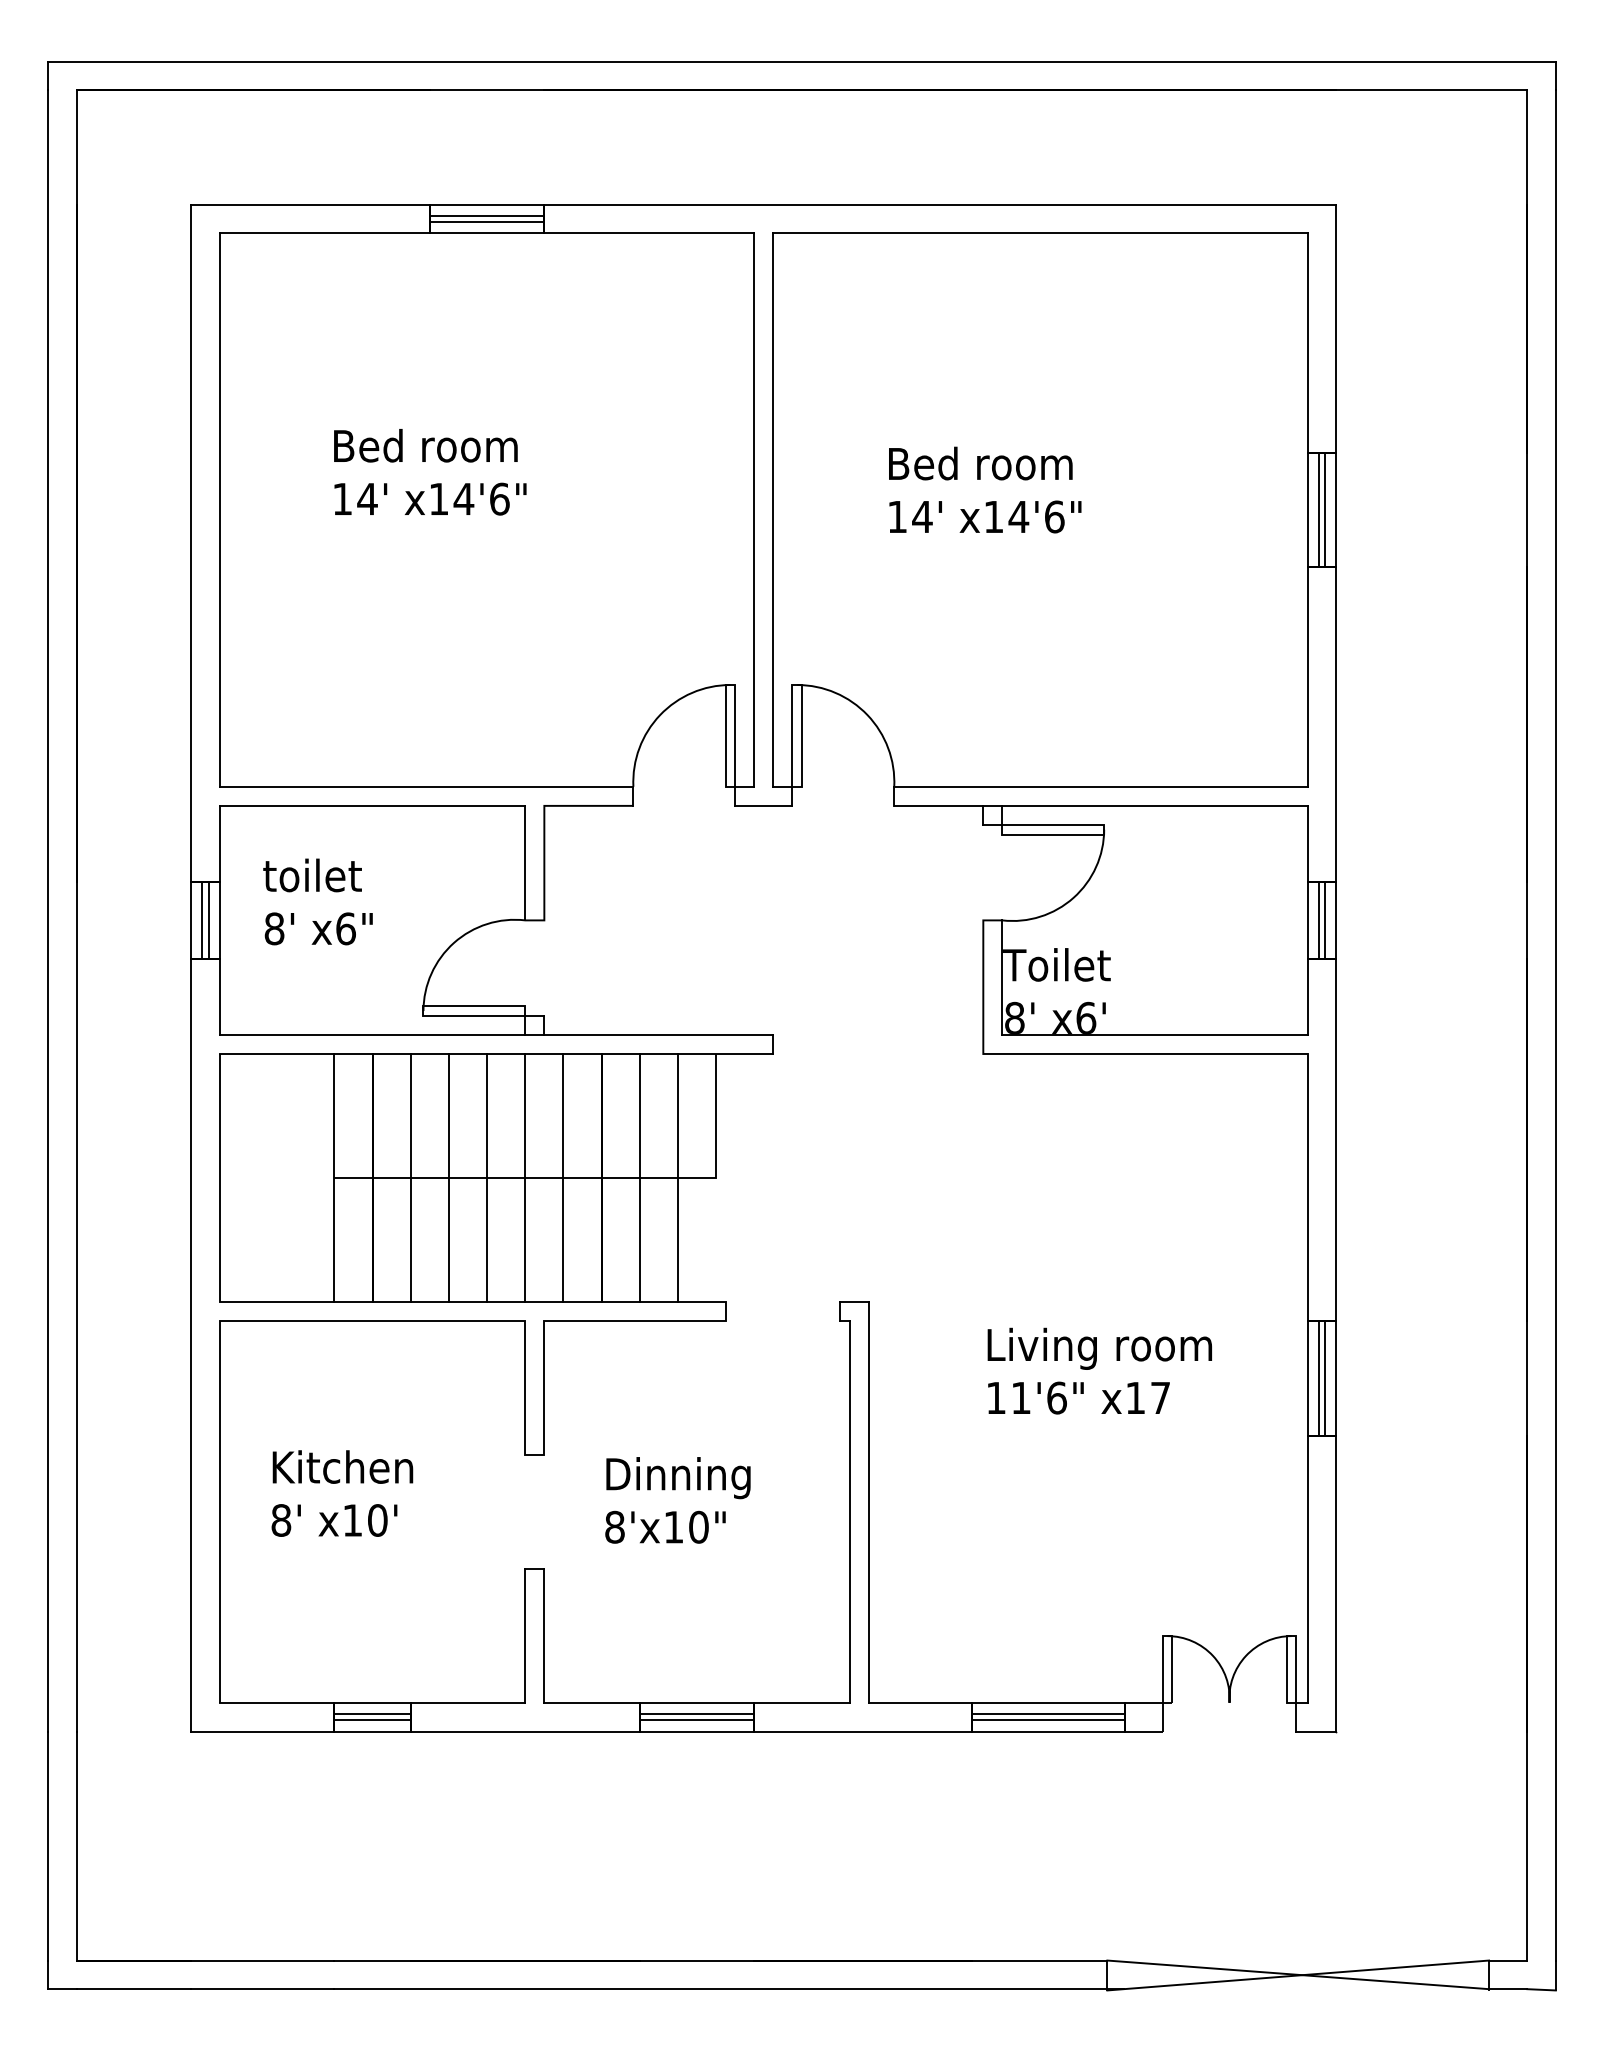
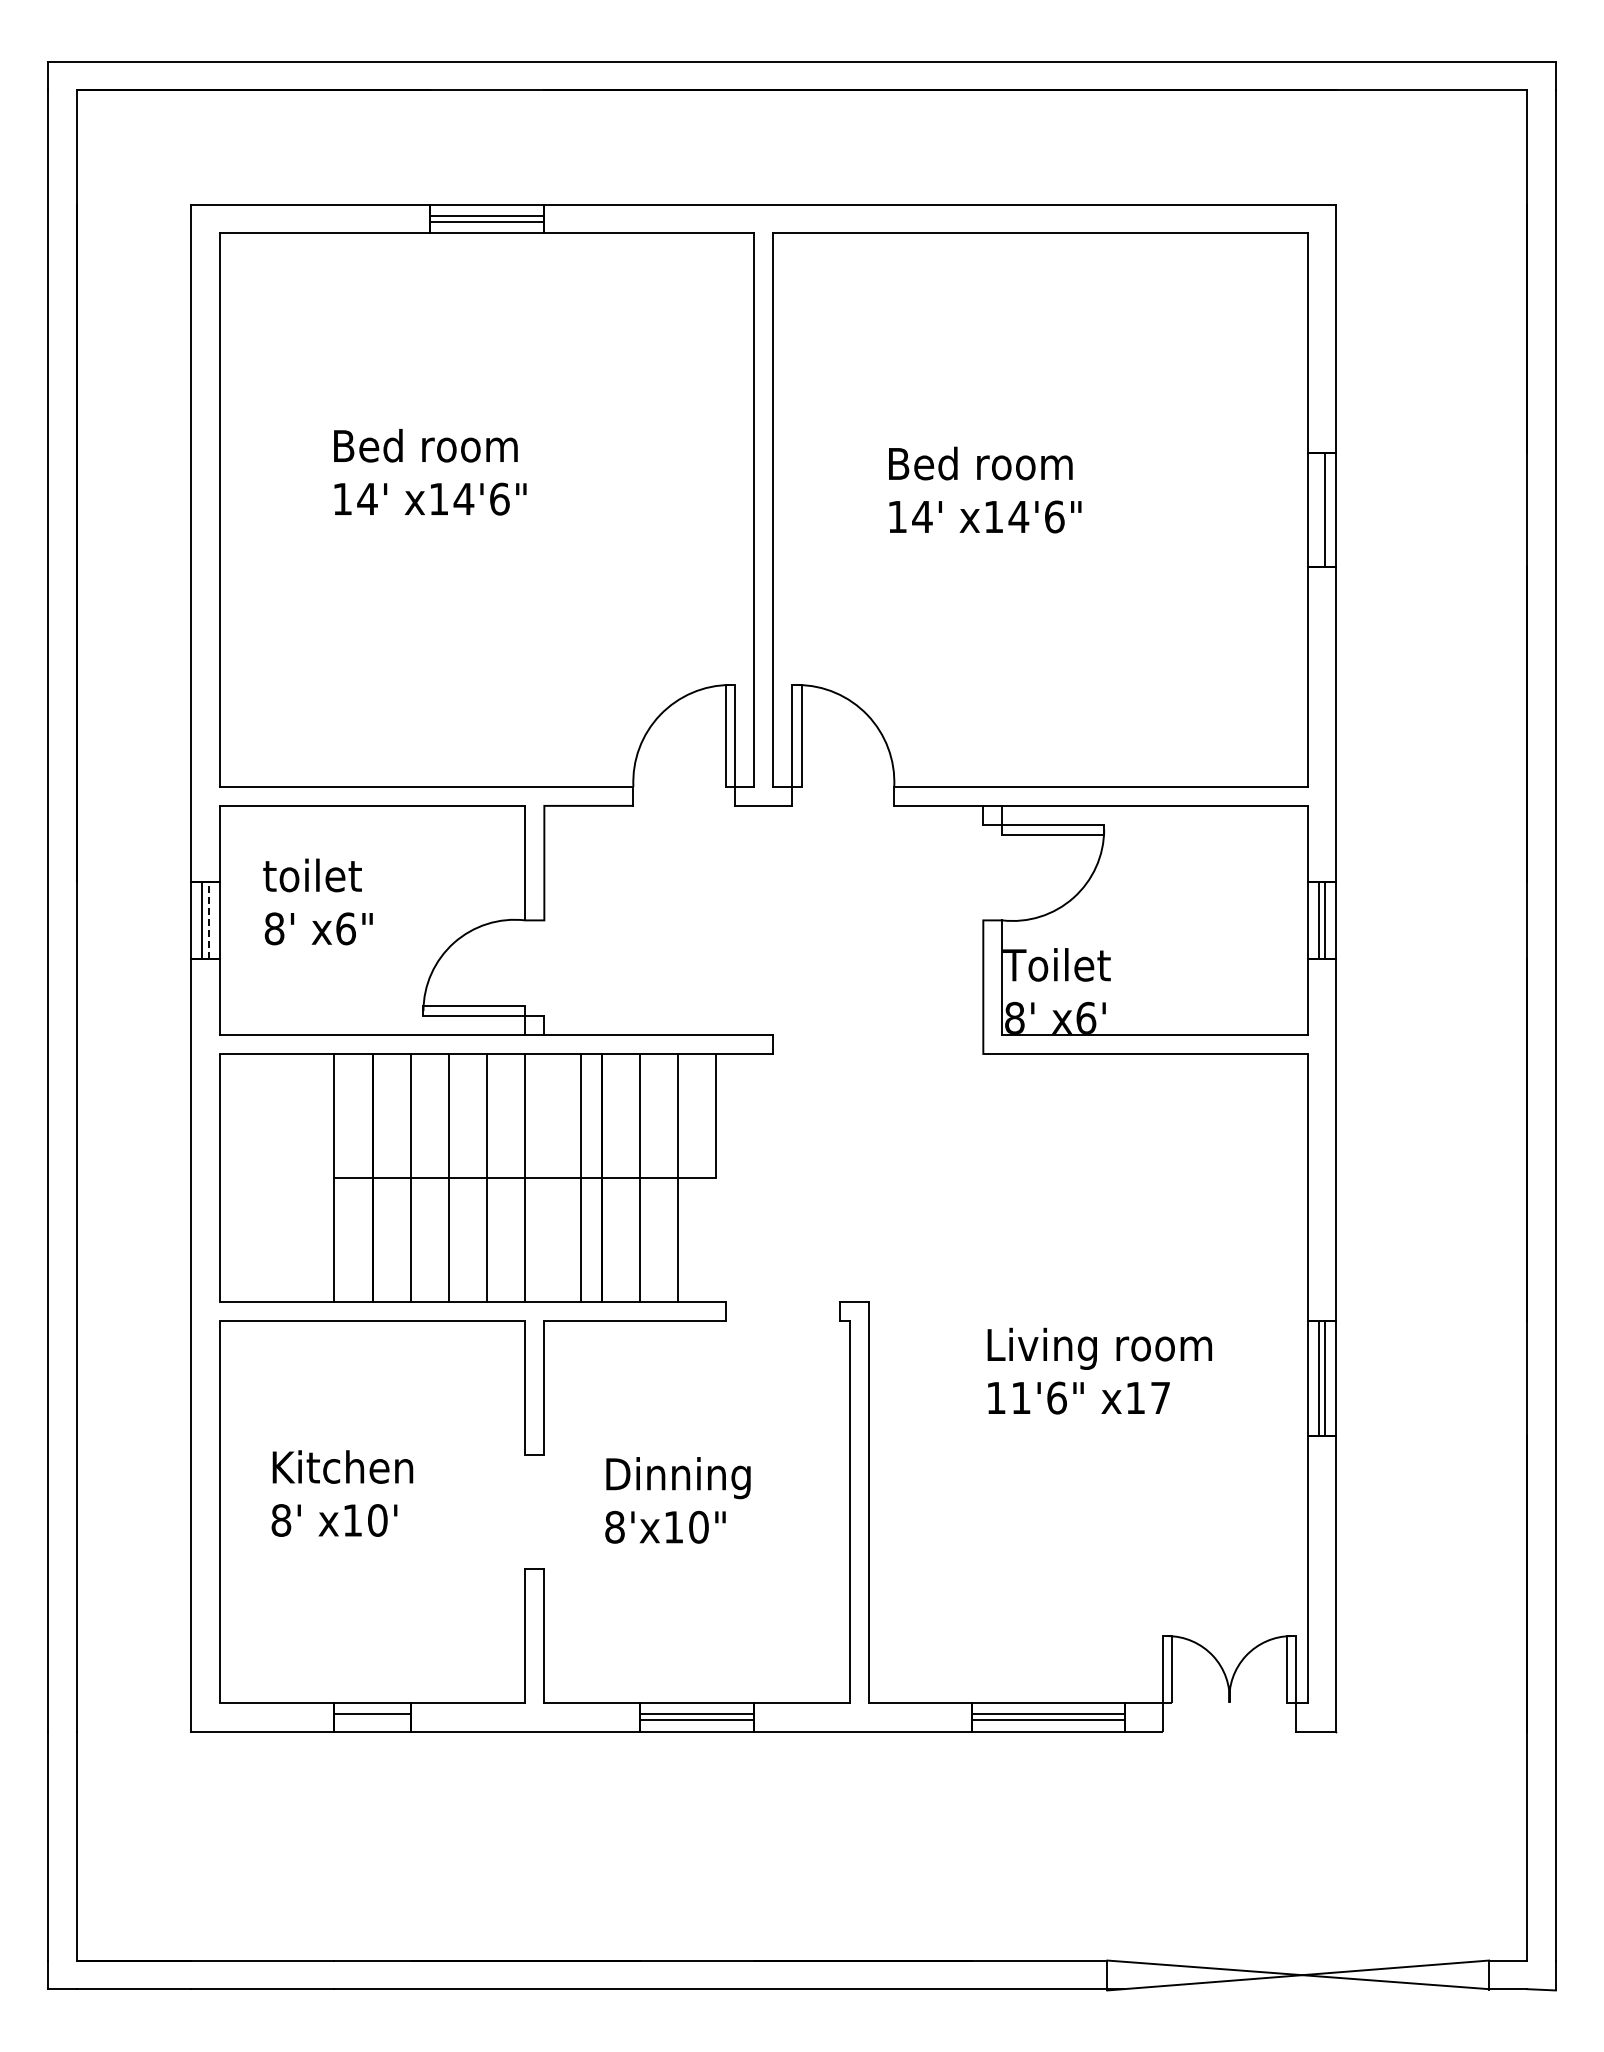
line at (1318, 509): present -> none
line at (208, 919): solid -> dashed
line at (563, 1177) position: (563, 1177) -> (581, 1177)
line at (372, 1720): present -> none
